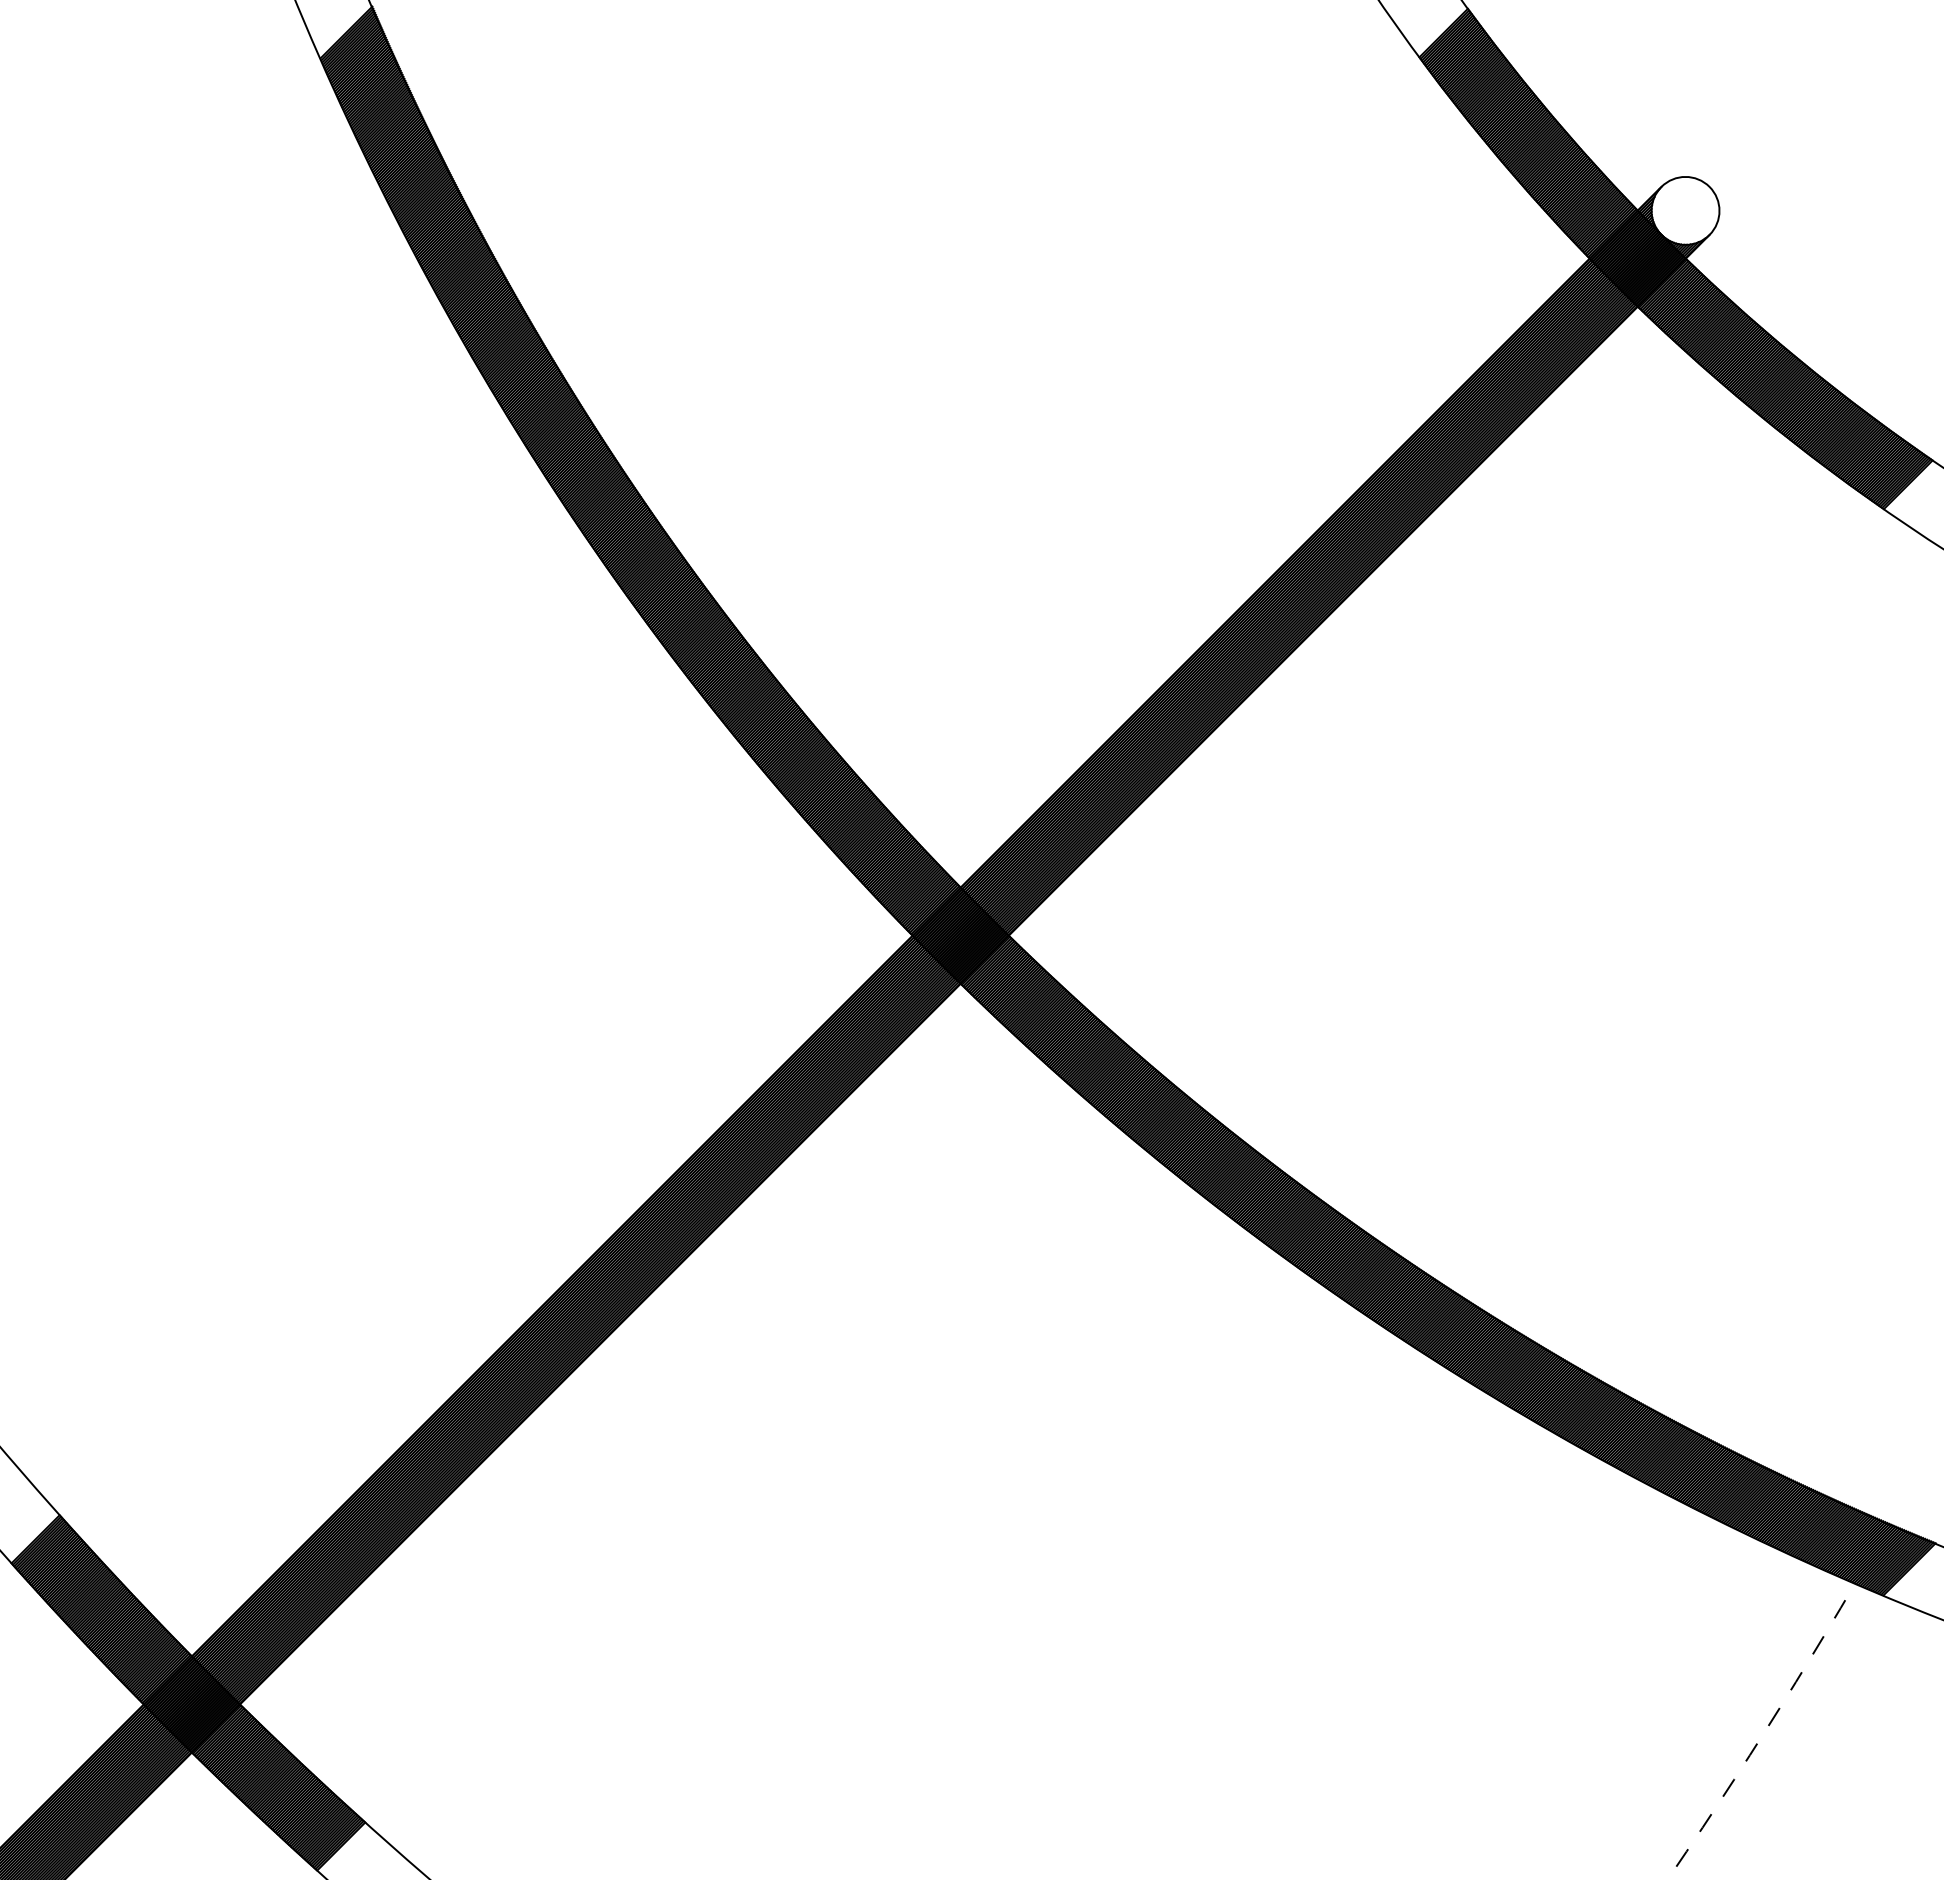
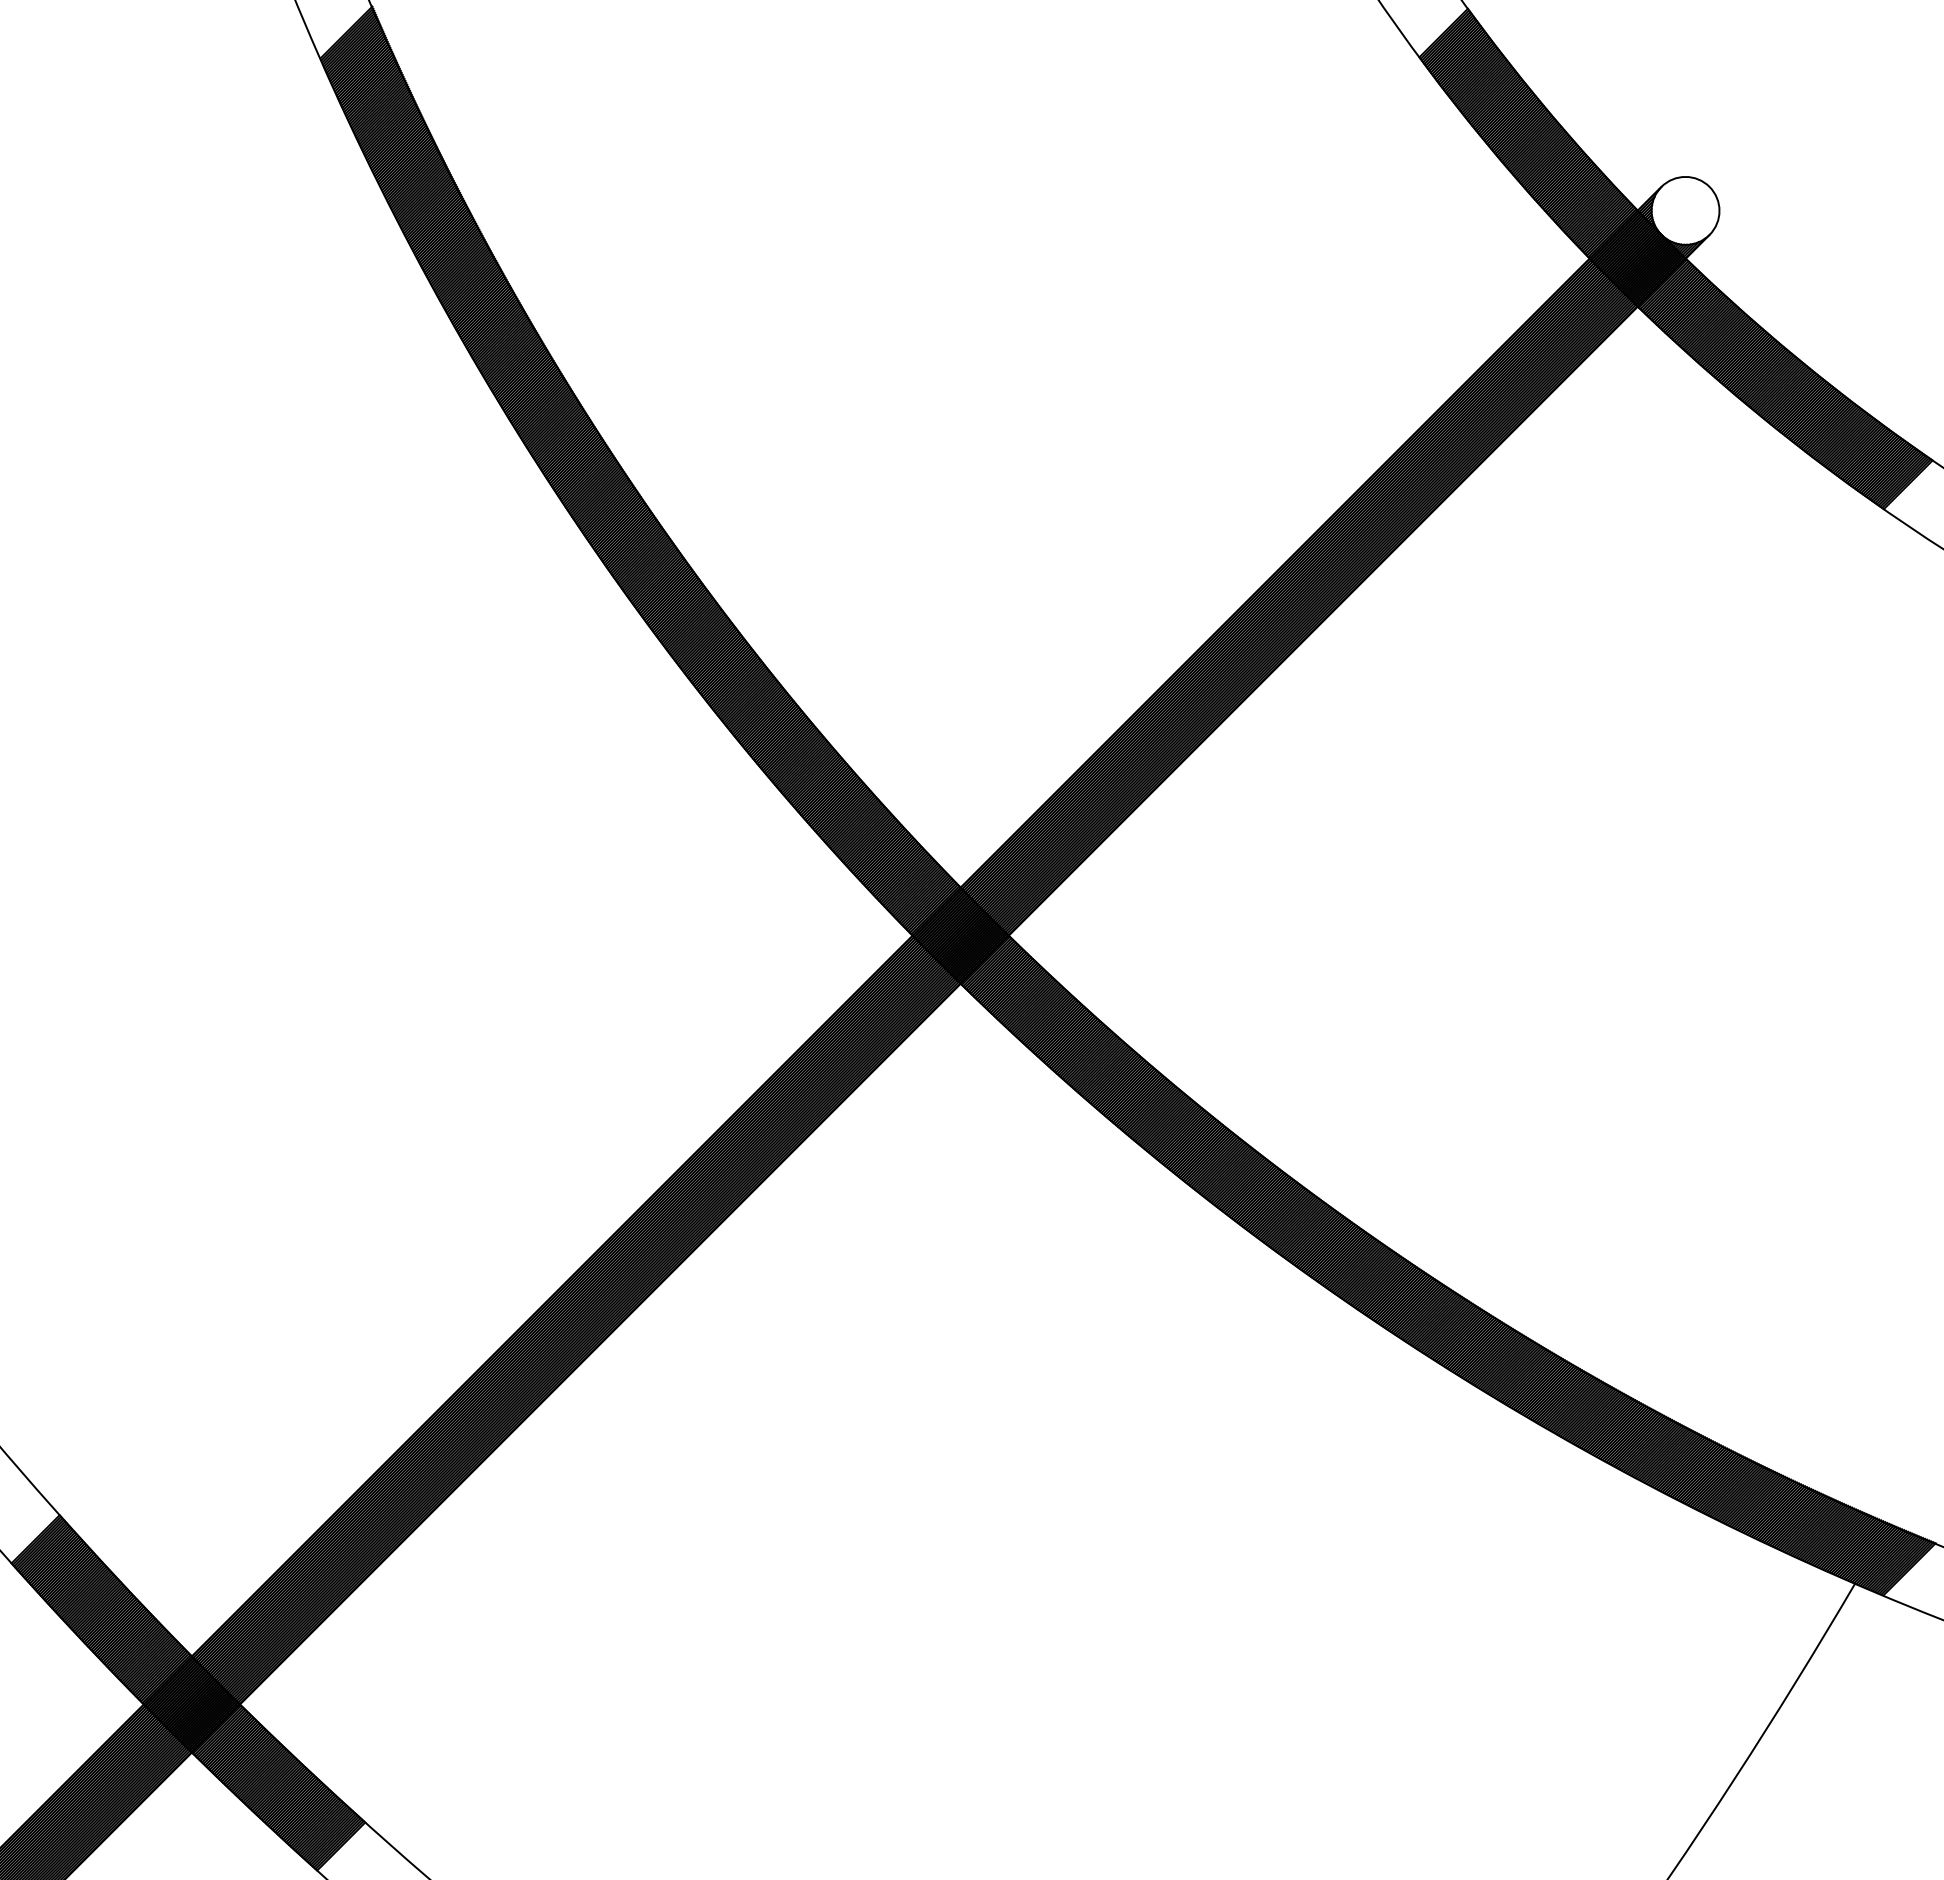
arc at (1764, 1732): dashed -> solid
